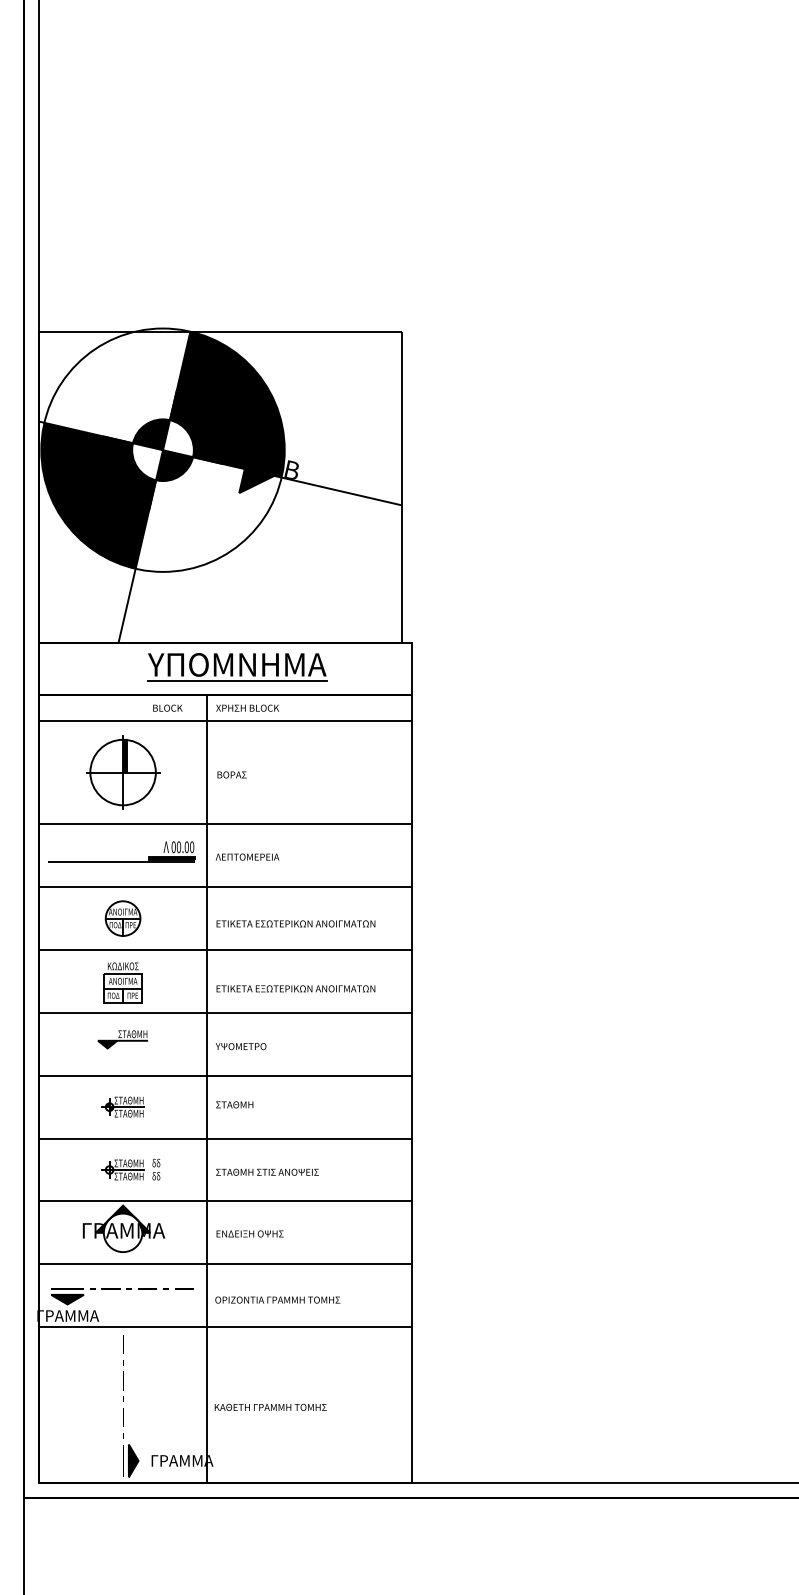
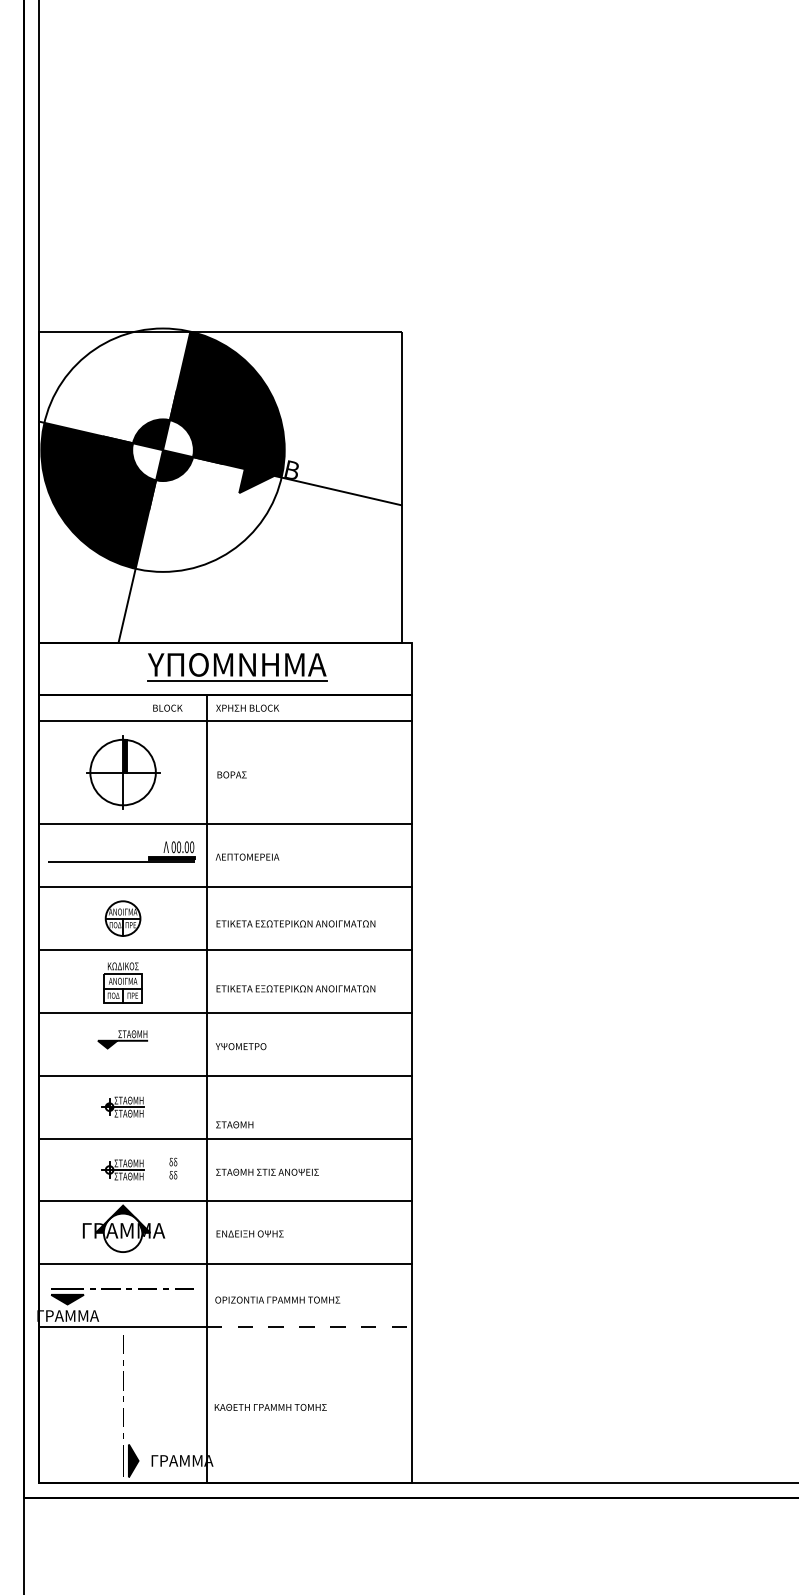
text at (234, 1104) position: (234, 1104) -> (234, 1124)
text at (156, 1169) position: (156, 1169) -> (173, 1168)
line at (309, 1327): solid -> dashed
